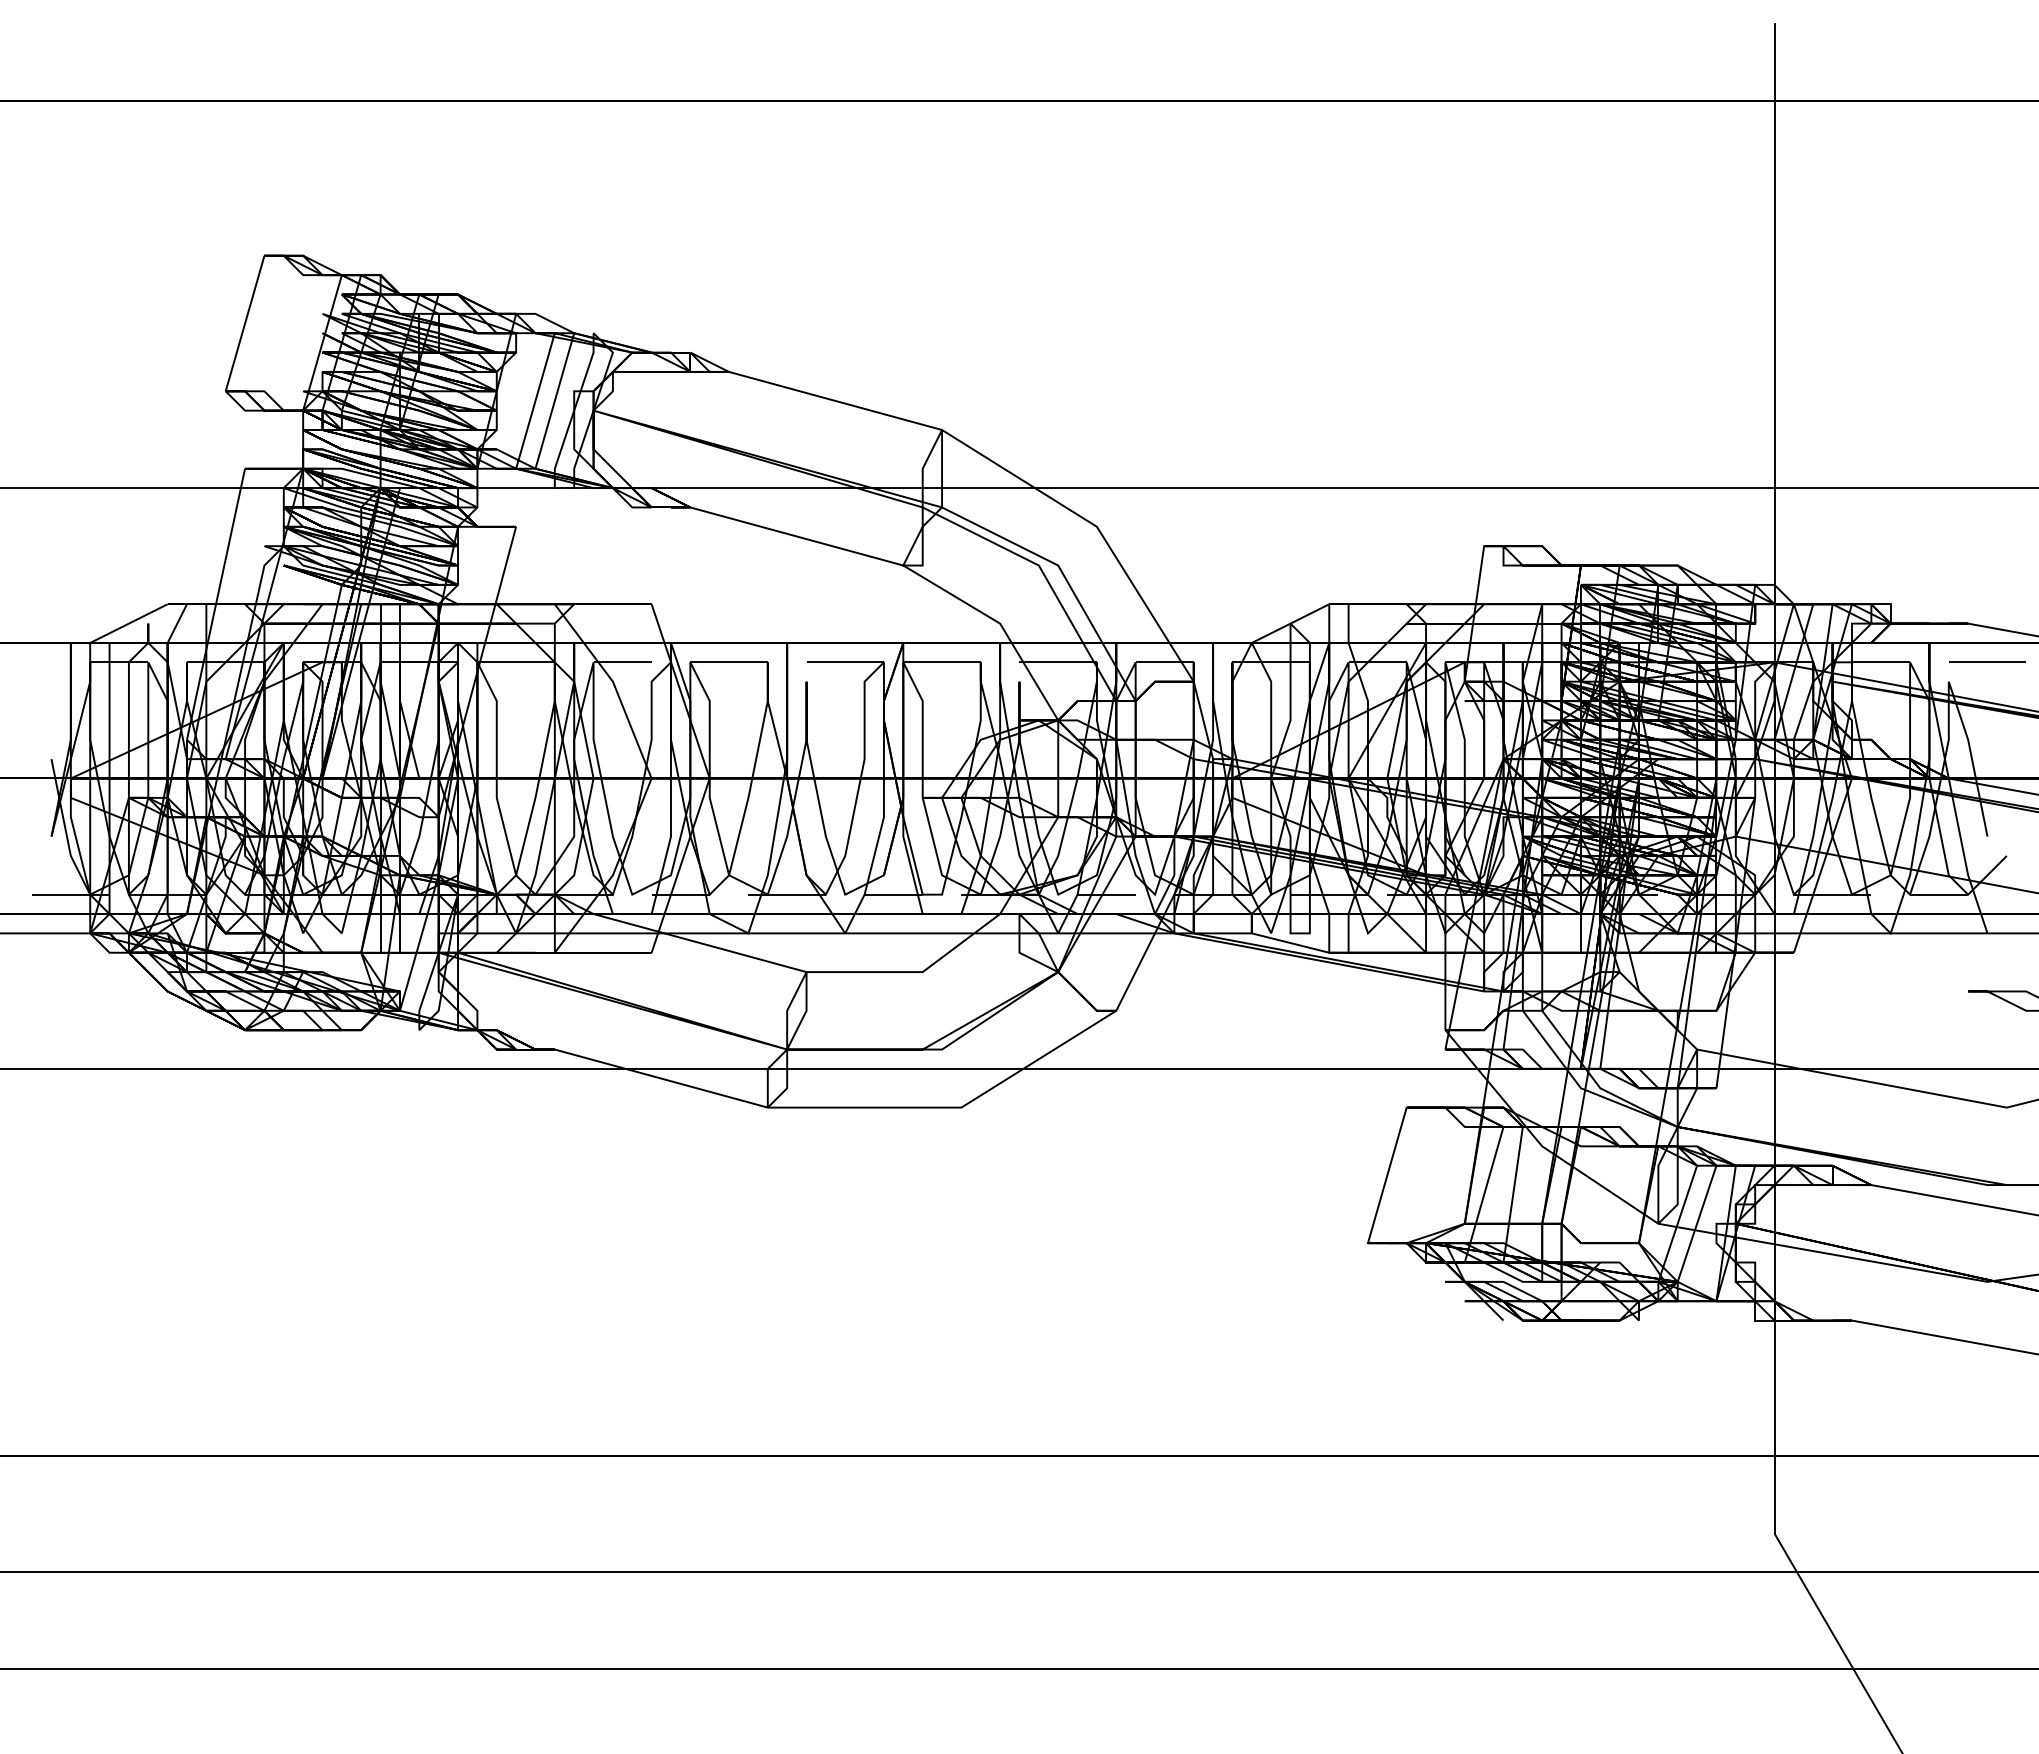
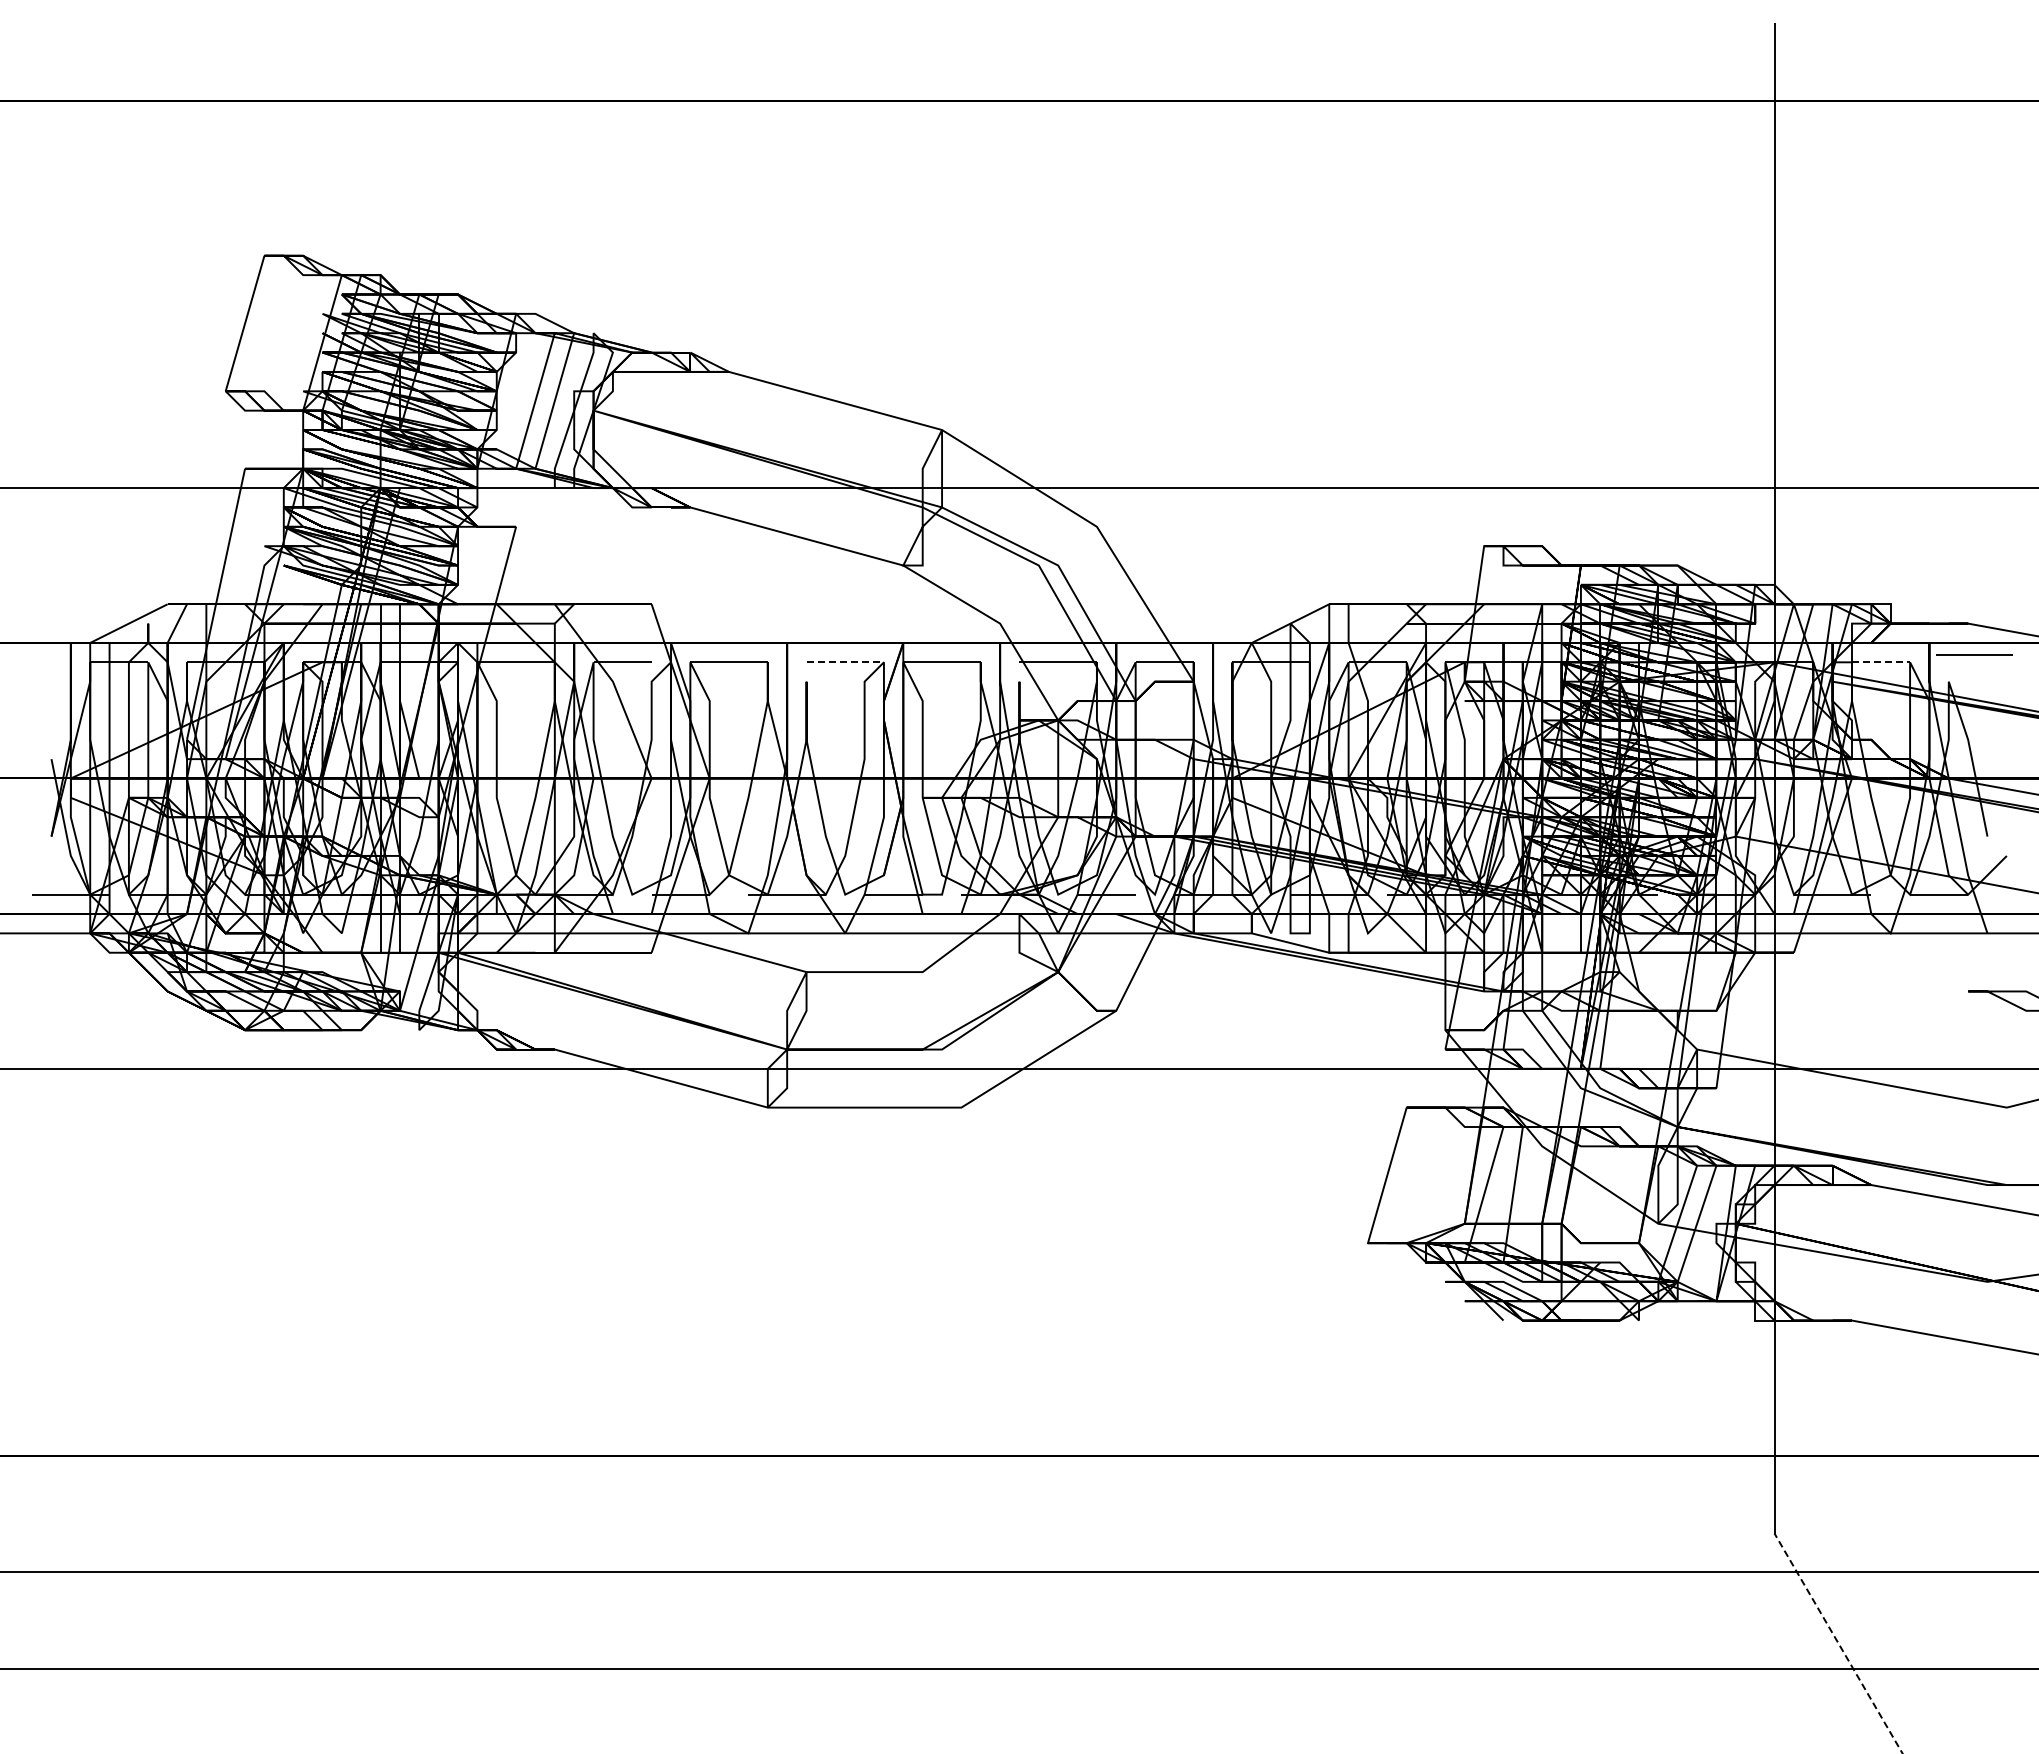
line at (1987, 661) position: (1987, 661) -> (1974, 654)
line at (845, 662): solid -> dashed
line at (1881, 662): solid -> dashed
line at (1838, 1643): solid -> dashed
